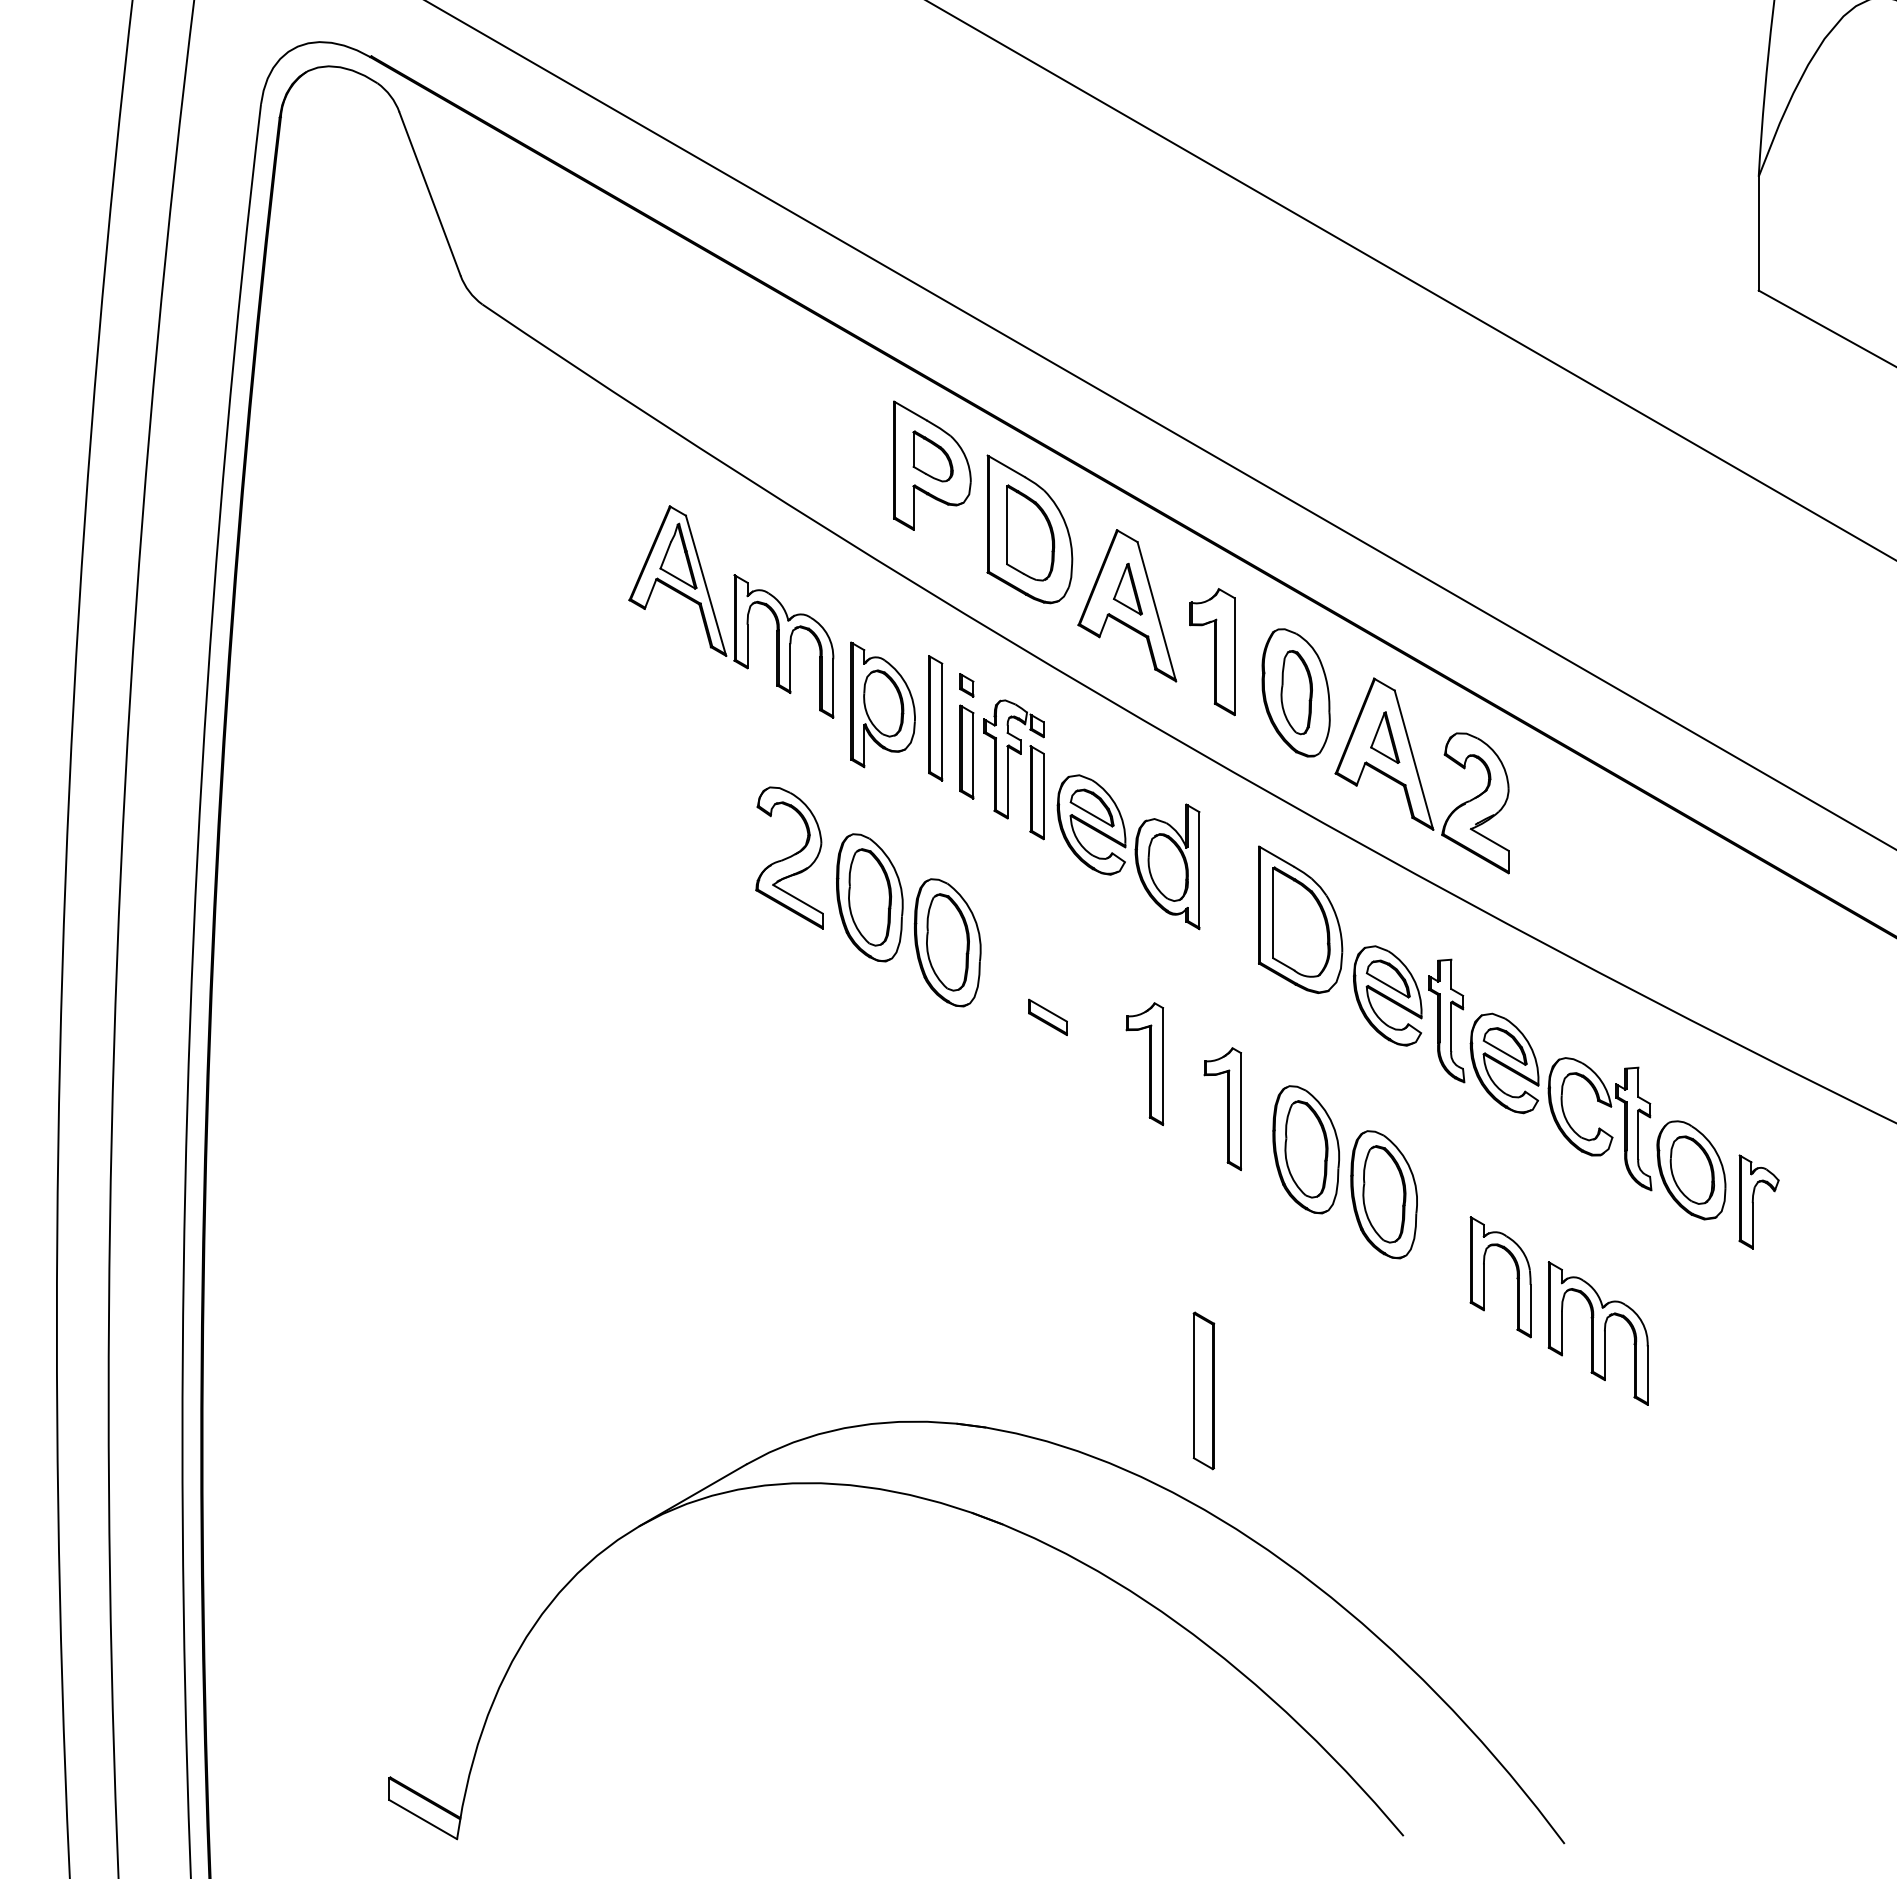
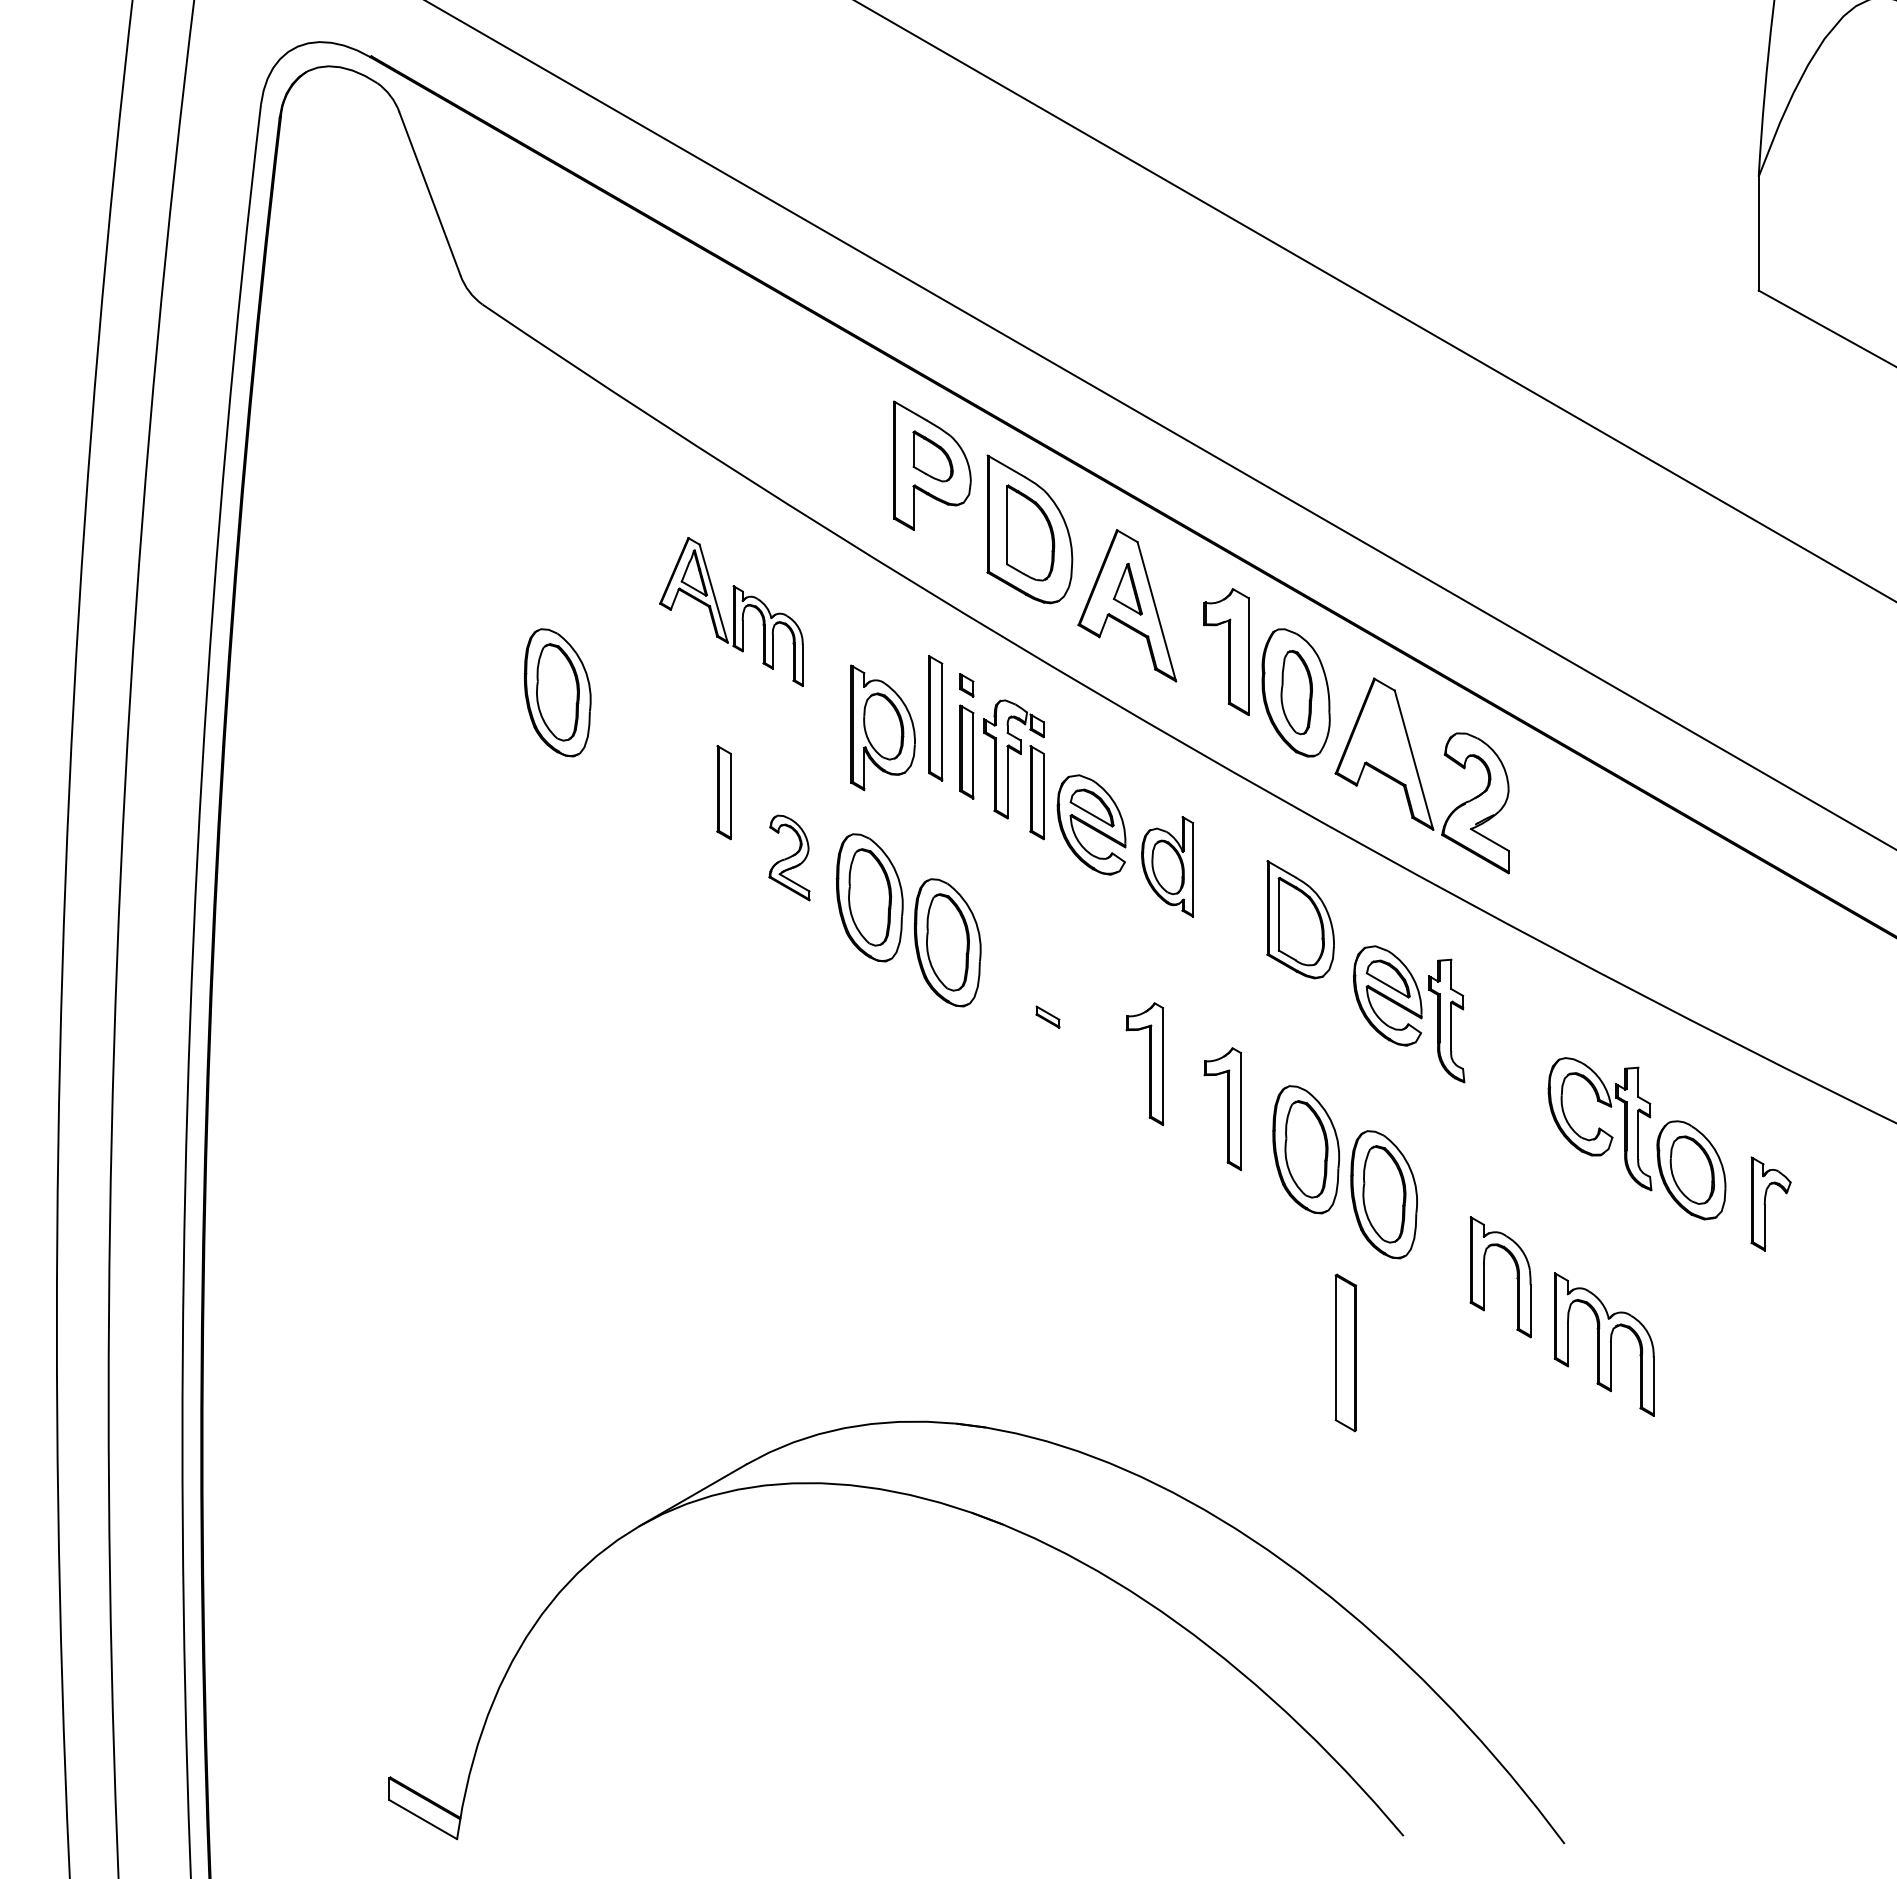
line at (1410, 280) position: (1410, 280) -> (1375, 301)
part at (731, 611) size: 207x214 px -> 145x150 px
part at (1212, 652) position: (1212, 652) -> (1226, 652)
part at (557, 692): none -> present
part at (882, 704) position: (882, 704) -> (882, 727)
part at (1385, 737): present -> none
part at (723, 792): none -> present
part at (789, 857) size: 69x144 px -> 43x88 px
part at (1167, 866) size: 67x128 px -> 54x102 px
part at (1300, 919) size: 86x149 px -> 69x120 px
part at (1047, 1016) size: 40x38 px -> 26x24 px
part at (1504, 1063): present -> none
part at (1758, 1201) position: (1758, 1201) -> (1770, 1203)
part at (1597, 1333) position: (1597, 1333) -> (1603, 1344)
part at (1203, 1390) position: (1203, 1390) -> (1345, 1352)
